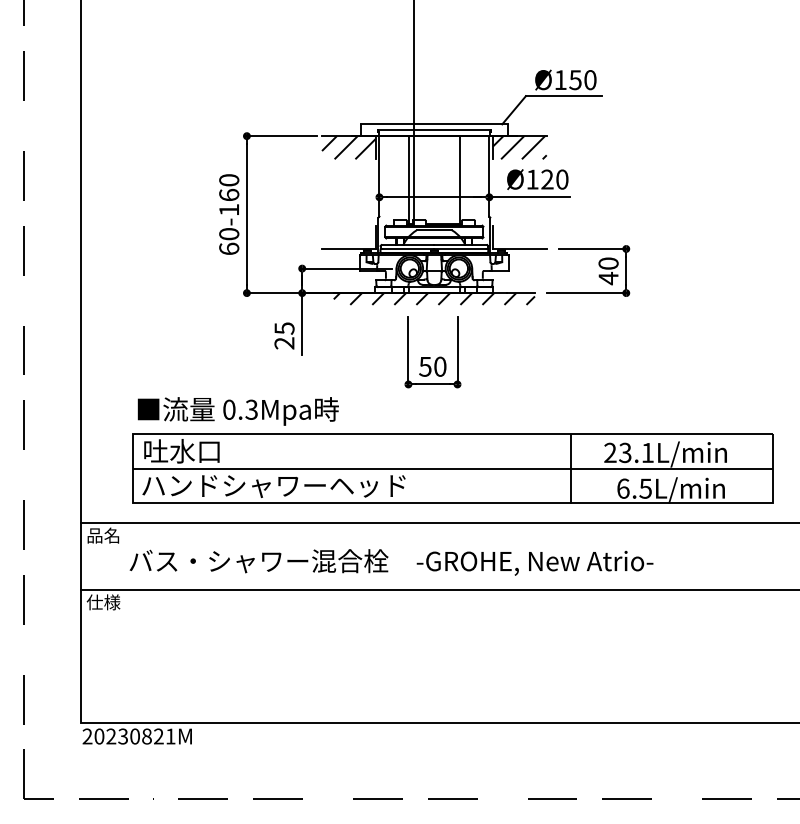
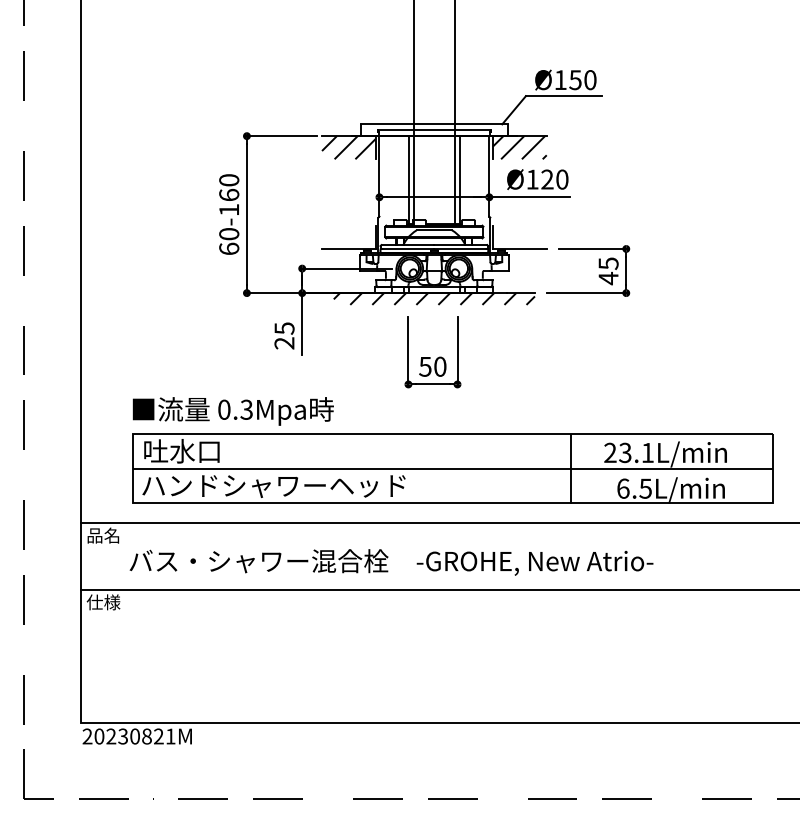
line at (455, 114): none -> present
text at (608, 263): 40 -> 45
text at (237, 411) position: (237, 411) -> (232, 411)
